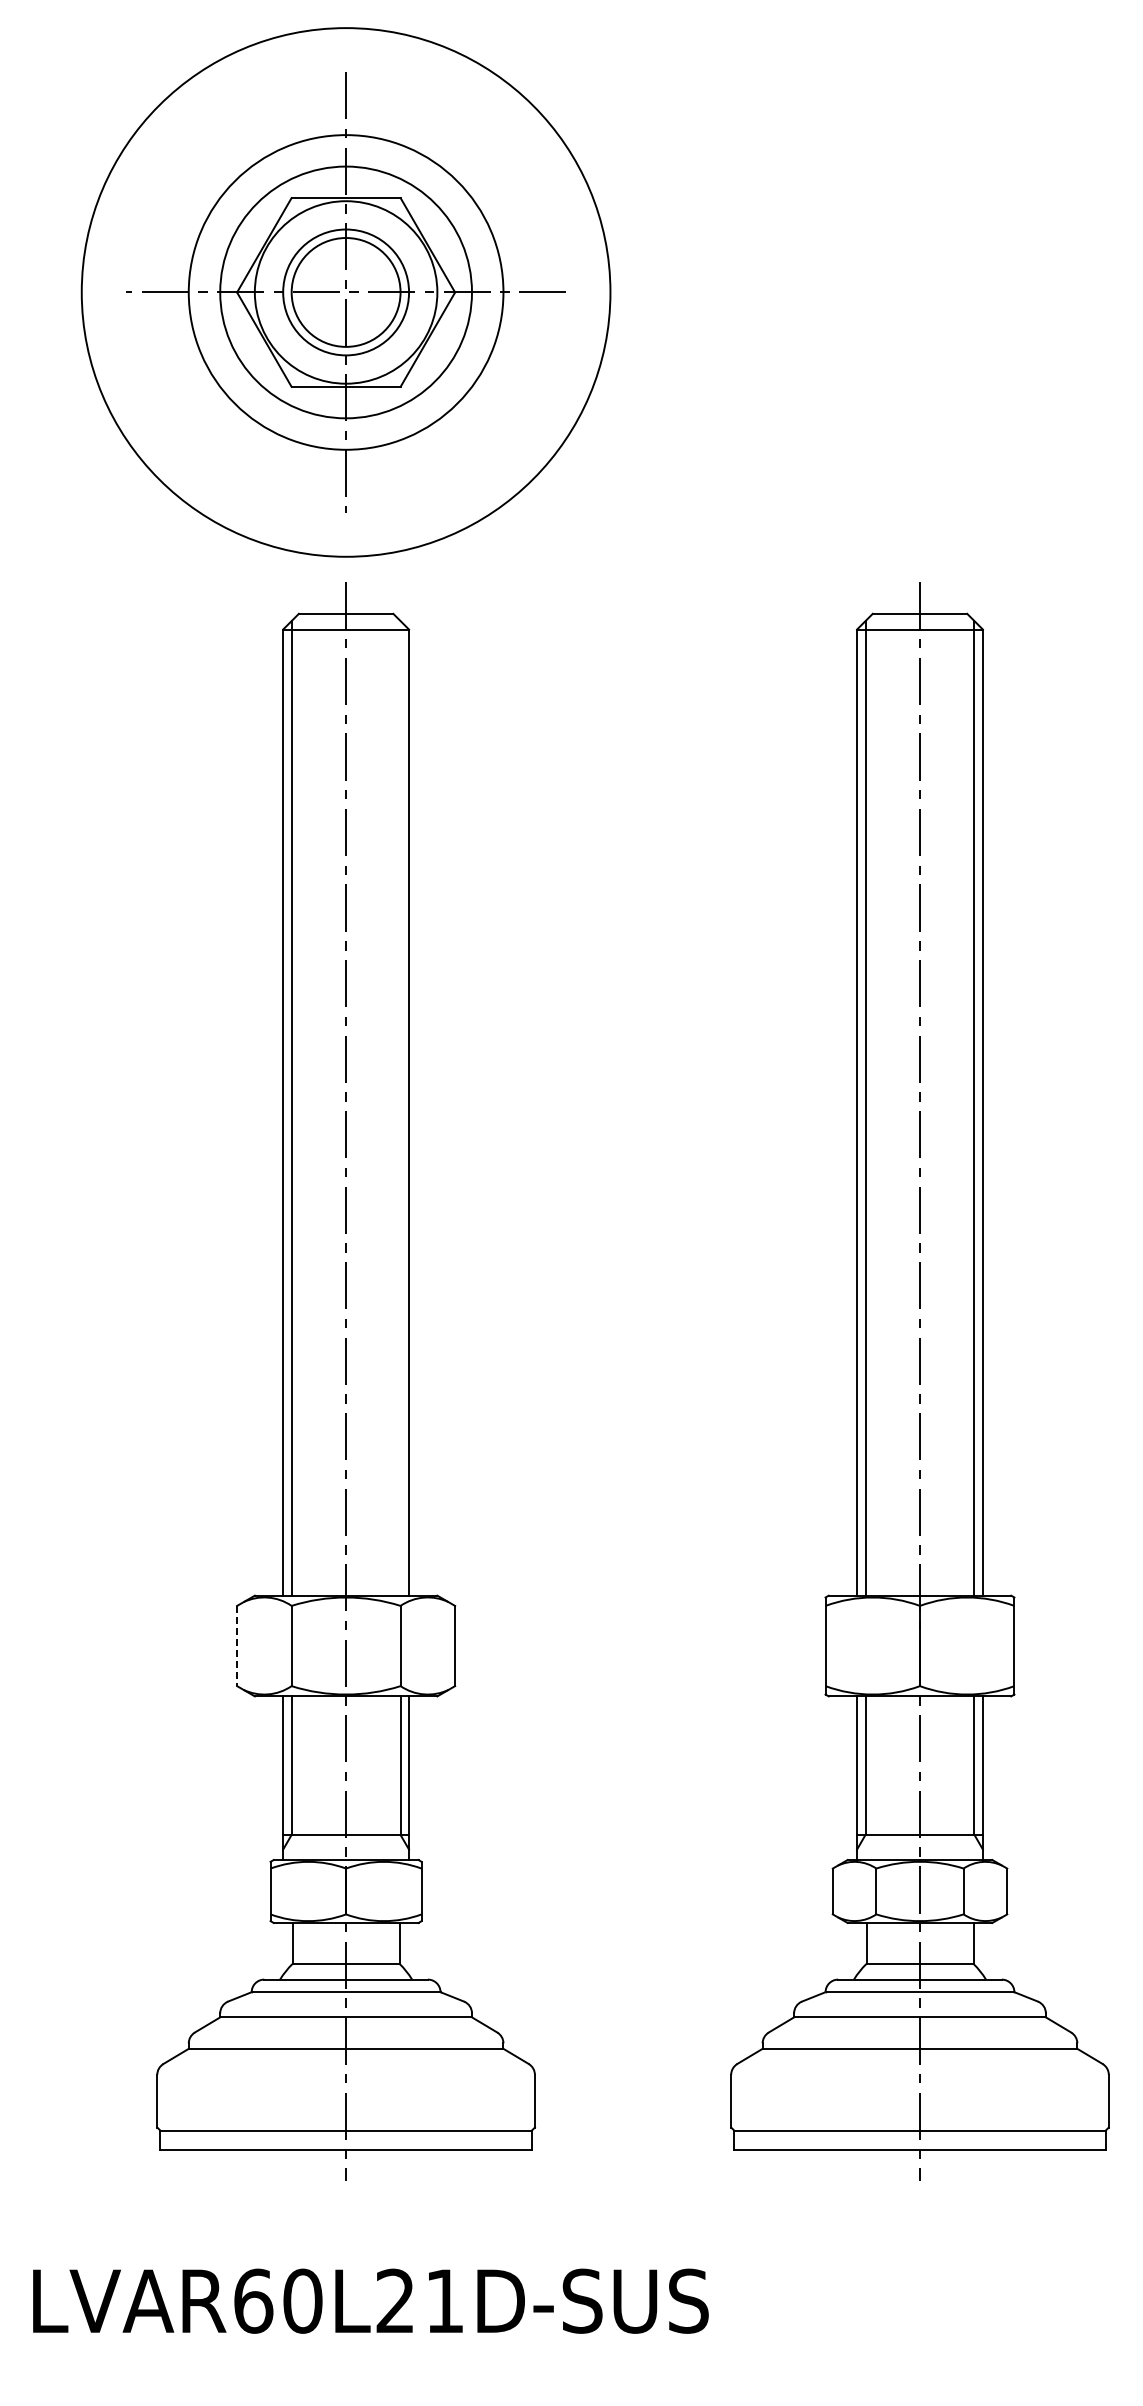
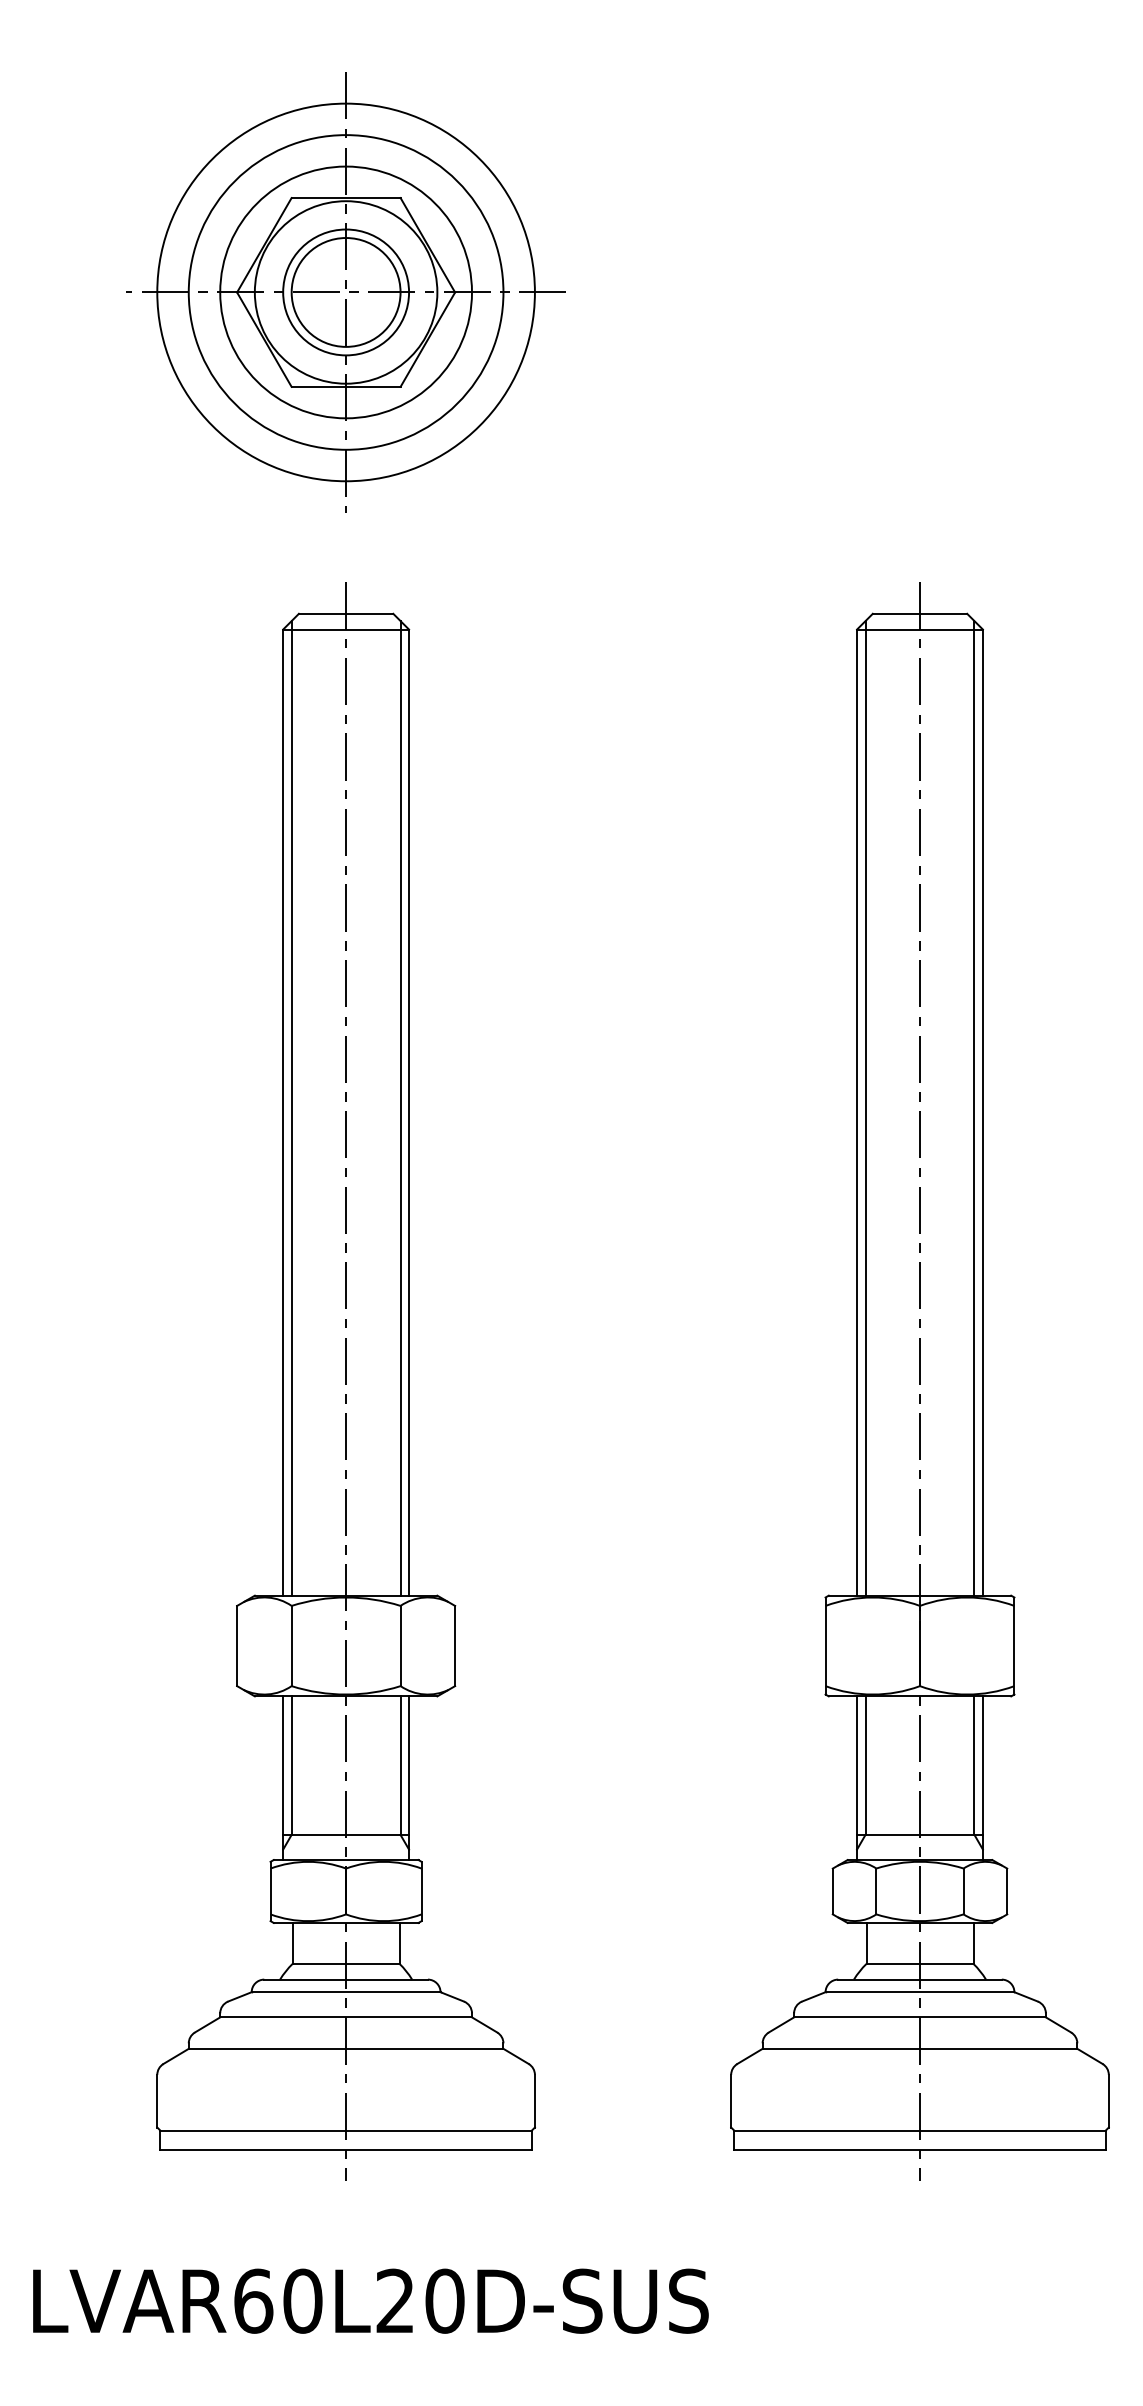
circle at (345, 292) diameter: 529 px -> 378 px
line at (400, 1108): none -> present
line at (237, 1646): dashed -> solid
text at (444, 2300): LVAR60L21D-SUS -> LVAR60L20D-SUS
